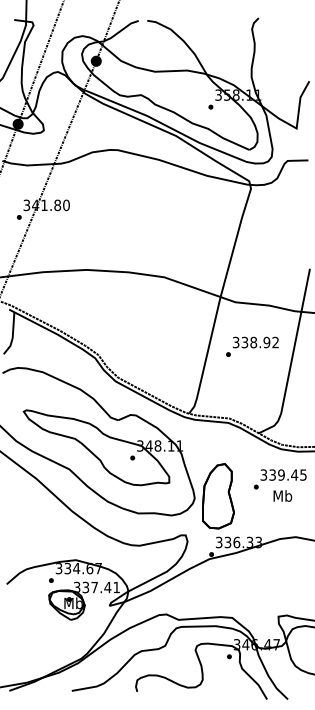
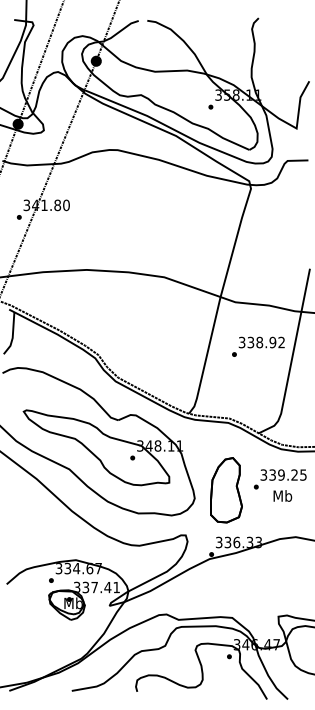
text at (252, 346) position: (252, 346) -> (258, 346)
text at (294, 474): 339.45 -> 339.25
part at (218, 496) position: (218, 496) -> (226, 490)
